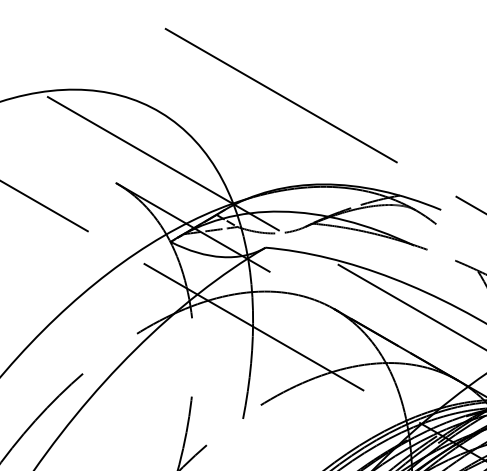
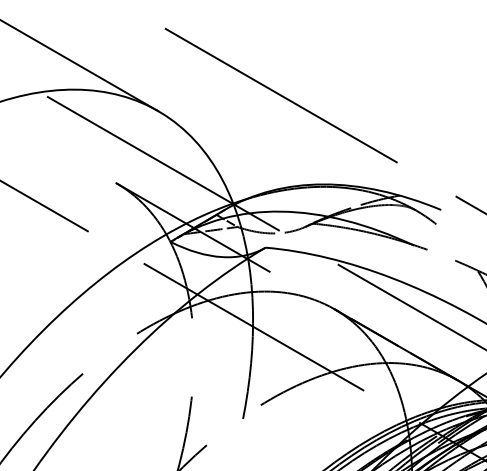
line at (80, 66): none -> present
